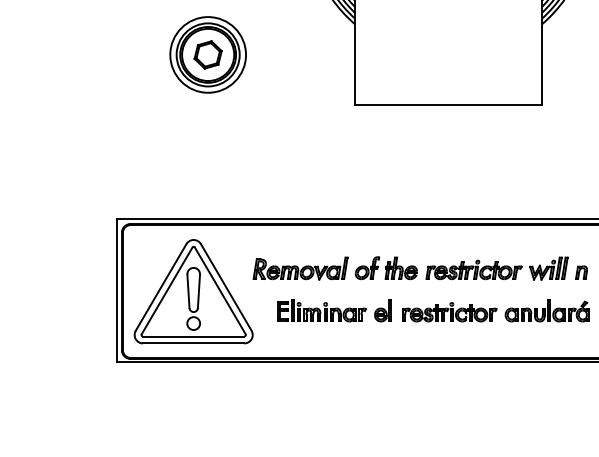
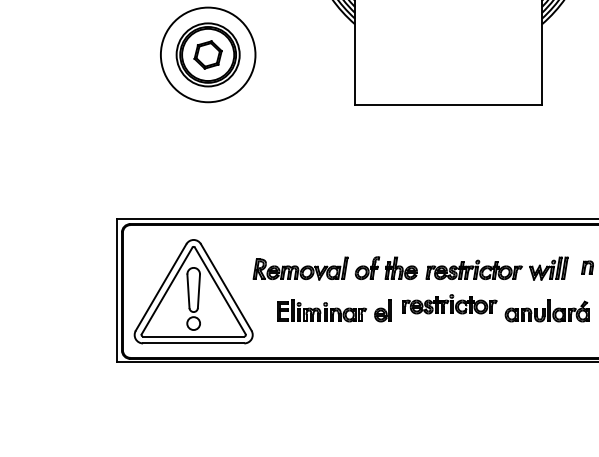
circle at (208, 54) diameter: 76 px -> 95 px
part at (581, 272) position: (581, 272) -> (587, 267)
part at (449, 312) position: (449, 312) -> (449, 304)
